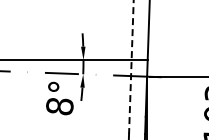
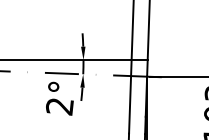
line at (131, 66): dashed -> solid
text at (59, 106): 8° -> 2°
